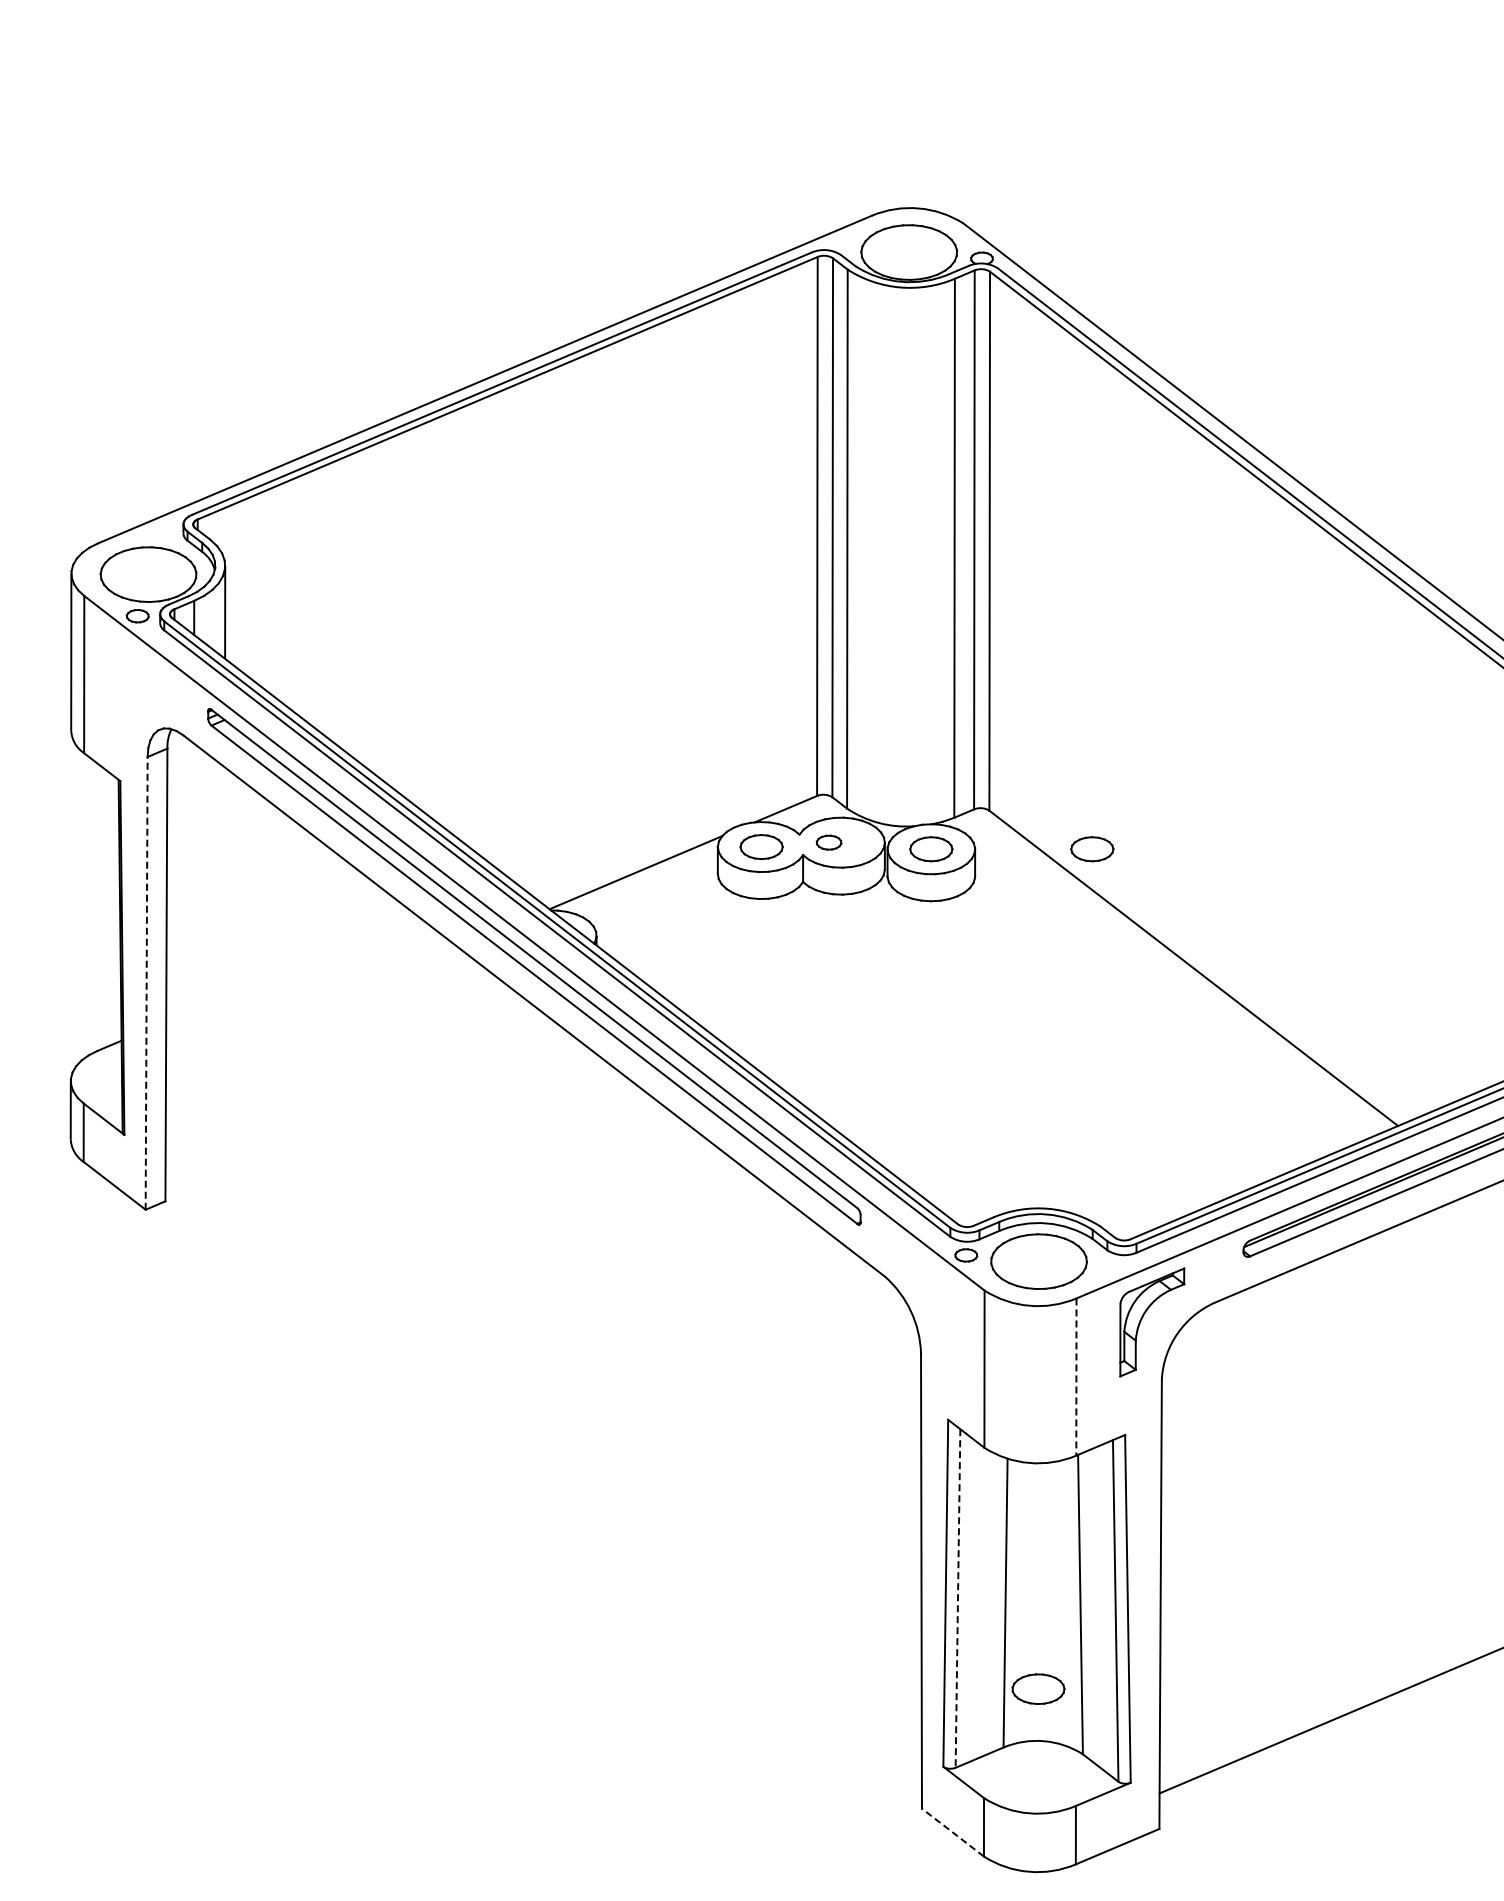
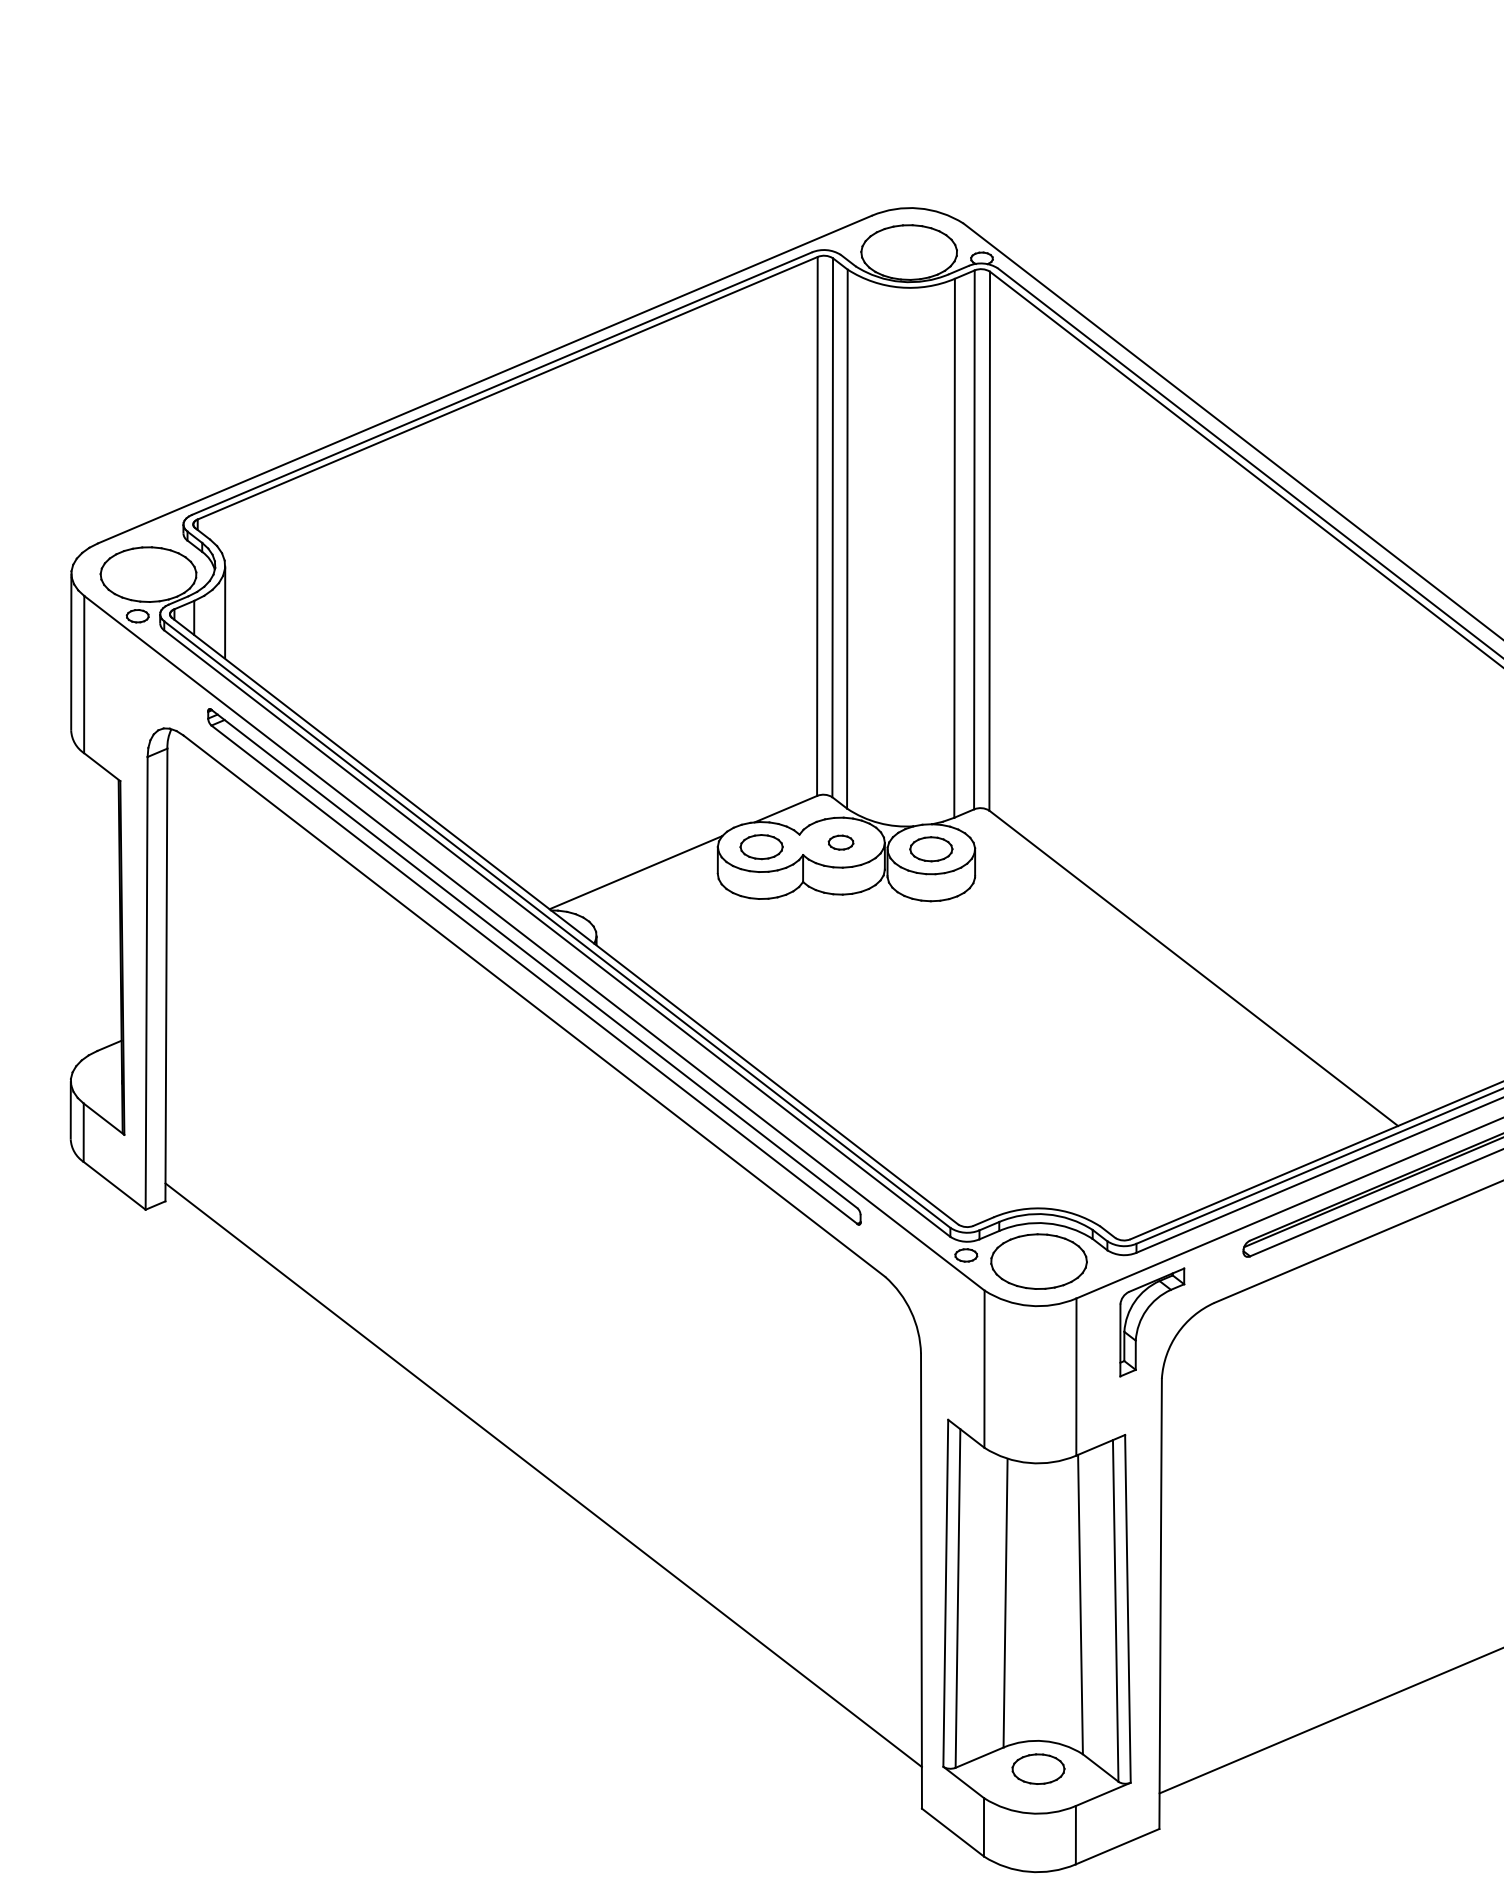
part at (828, 842) position: (828, 842) -> (840, 842)
part at (1092, 849): present -> none
line at (146, 982): dashed -> solid
line at (1076, 1377): dashed -> solid
line at (543, 1475): none -> present
line at (957, 1599): dashed -> solid
part at (1038, 1688) position: (1038, 1688) -> (1038, 1768)
line at (952, 1832): dashed -> solid
